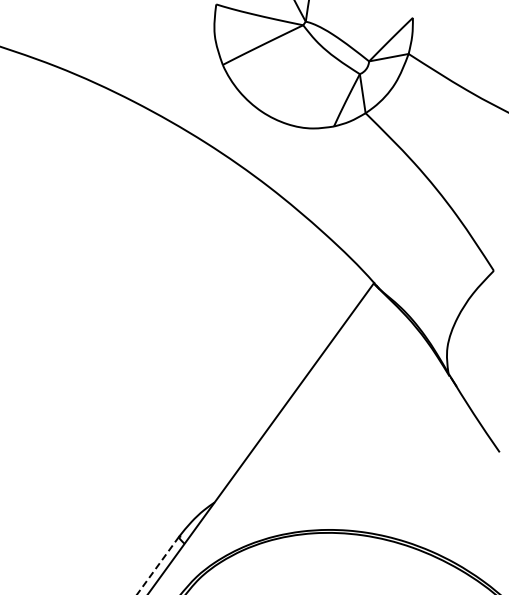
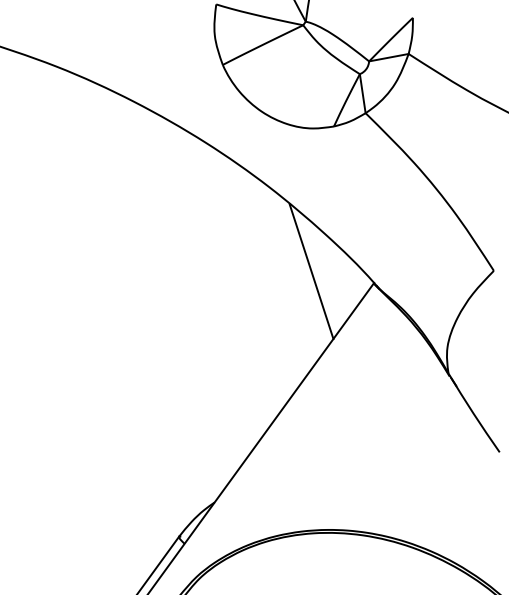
line at (311, 271): none -> present
line at (158, 565): dashed -> solid
